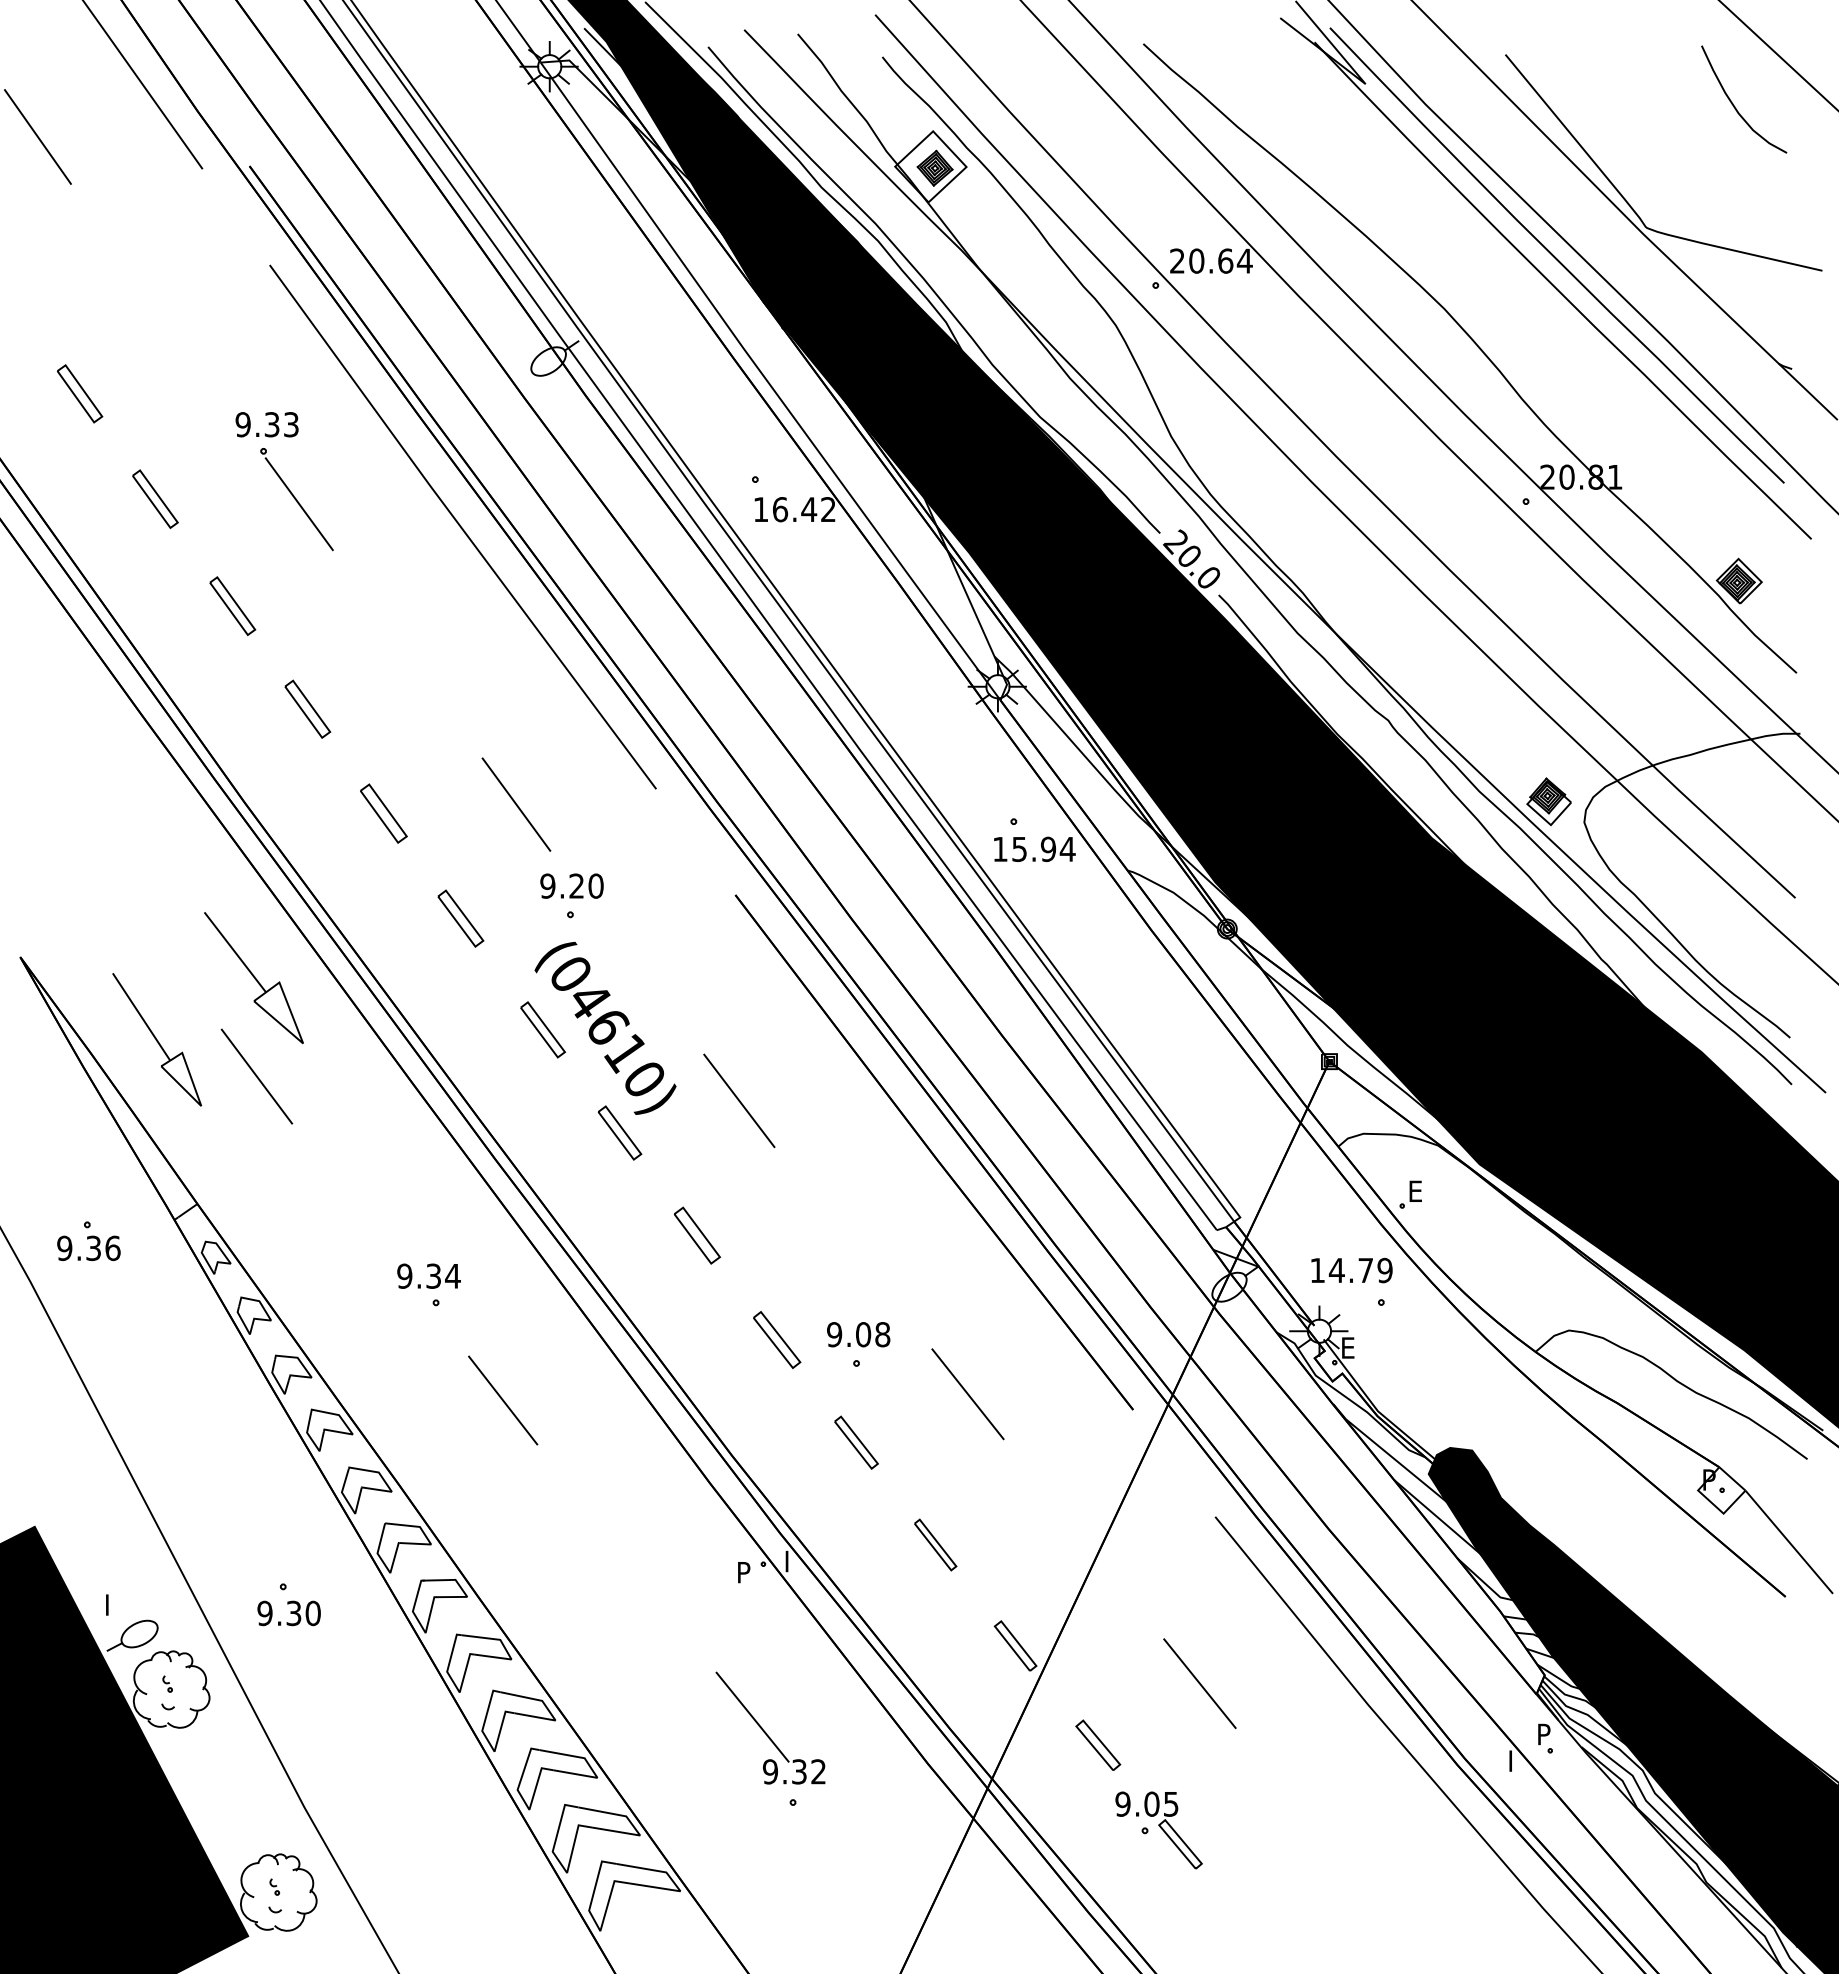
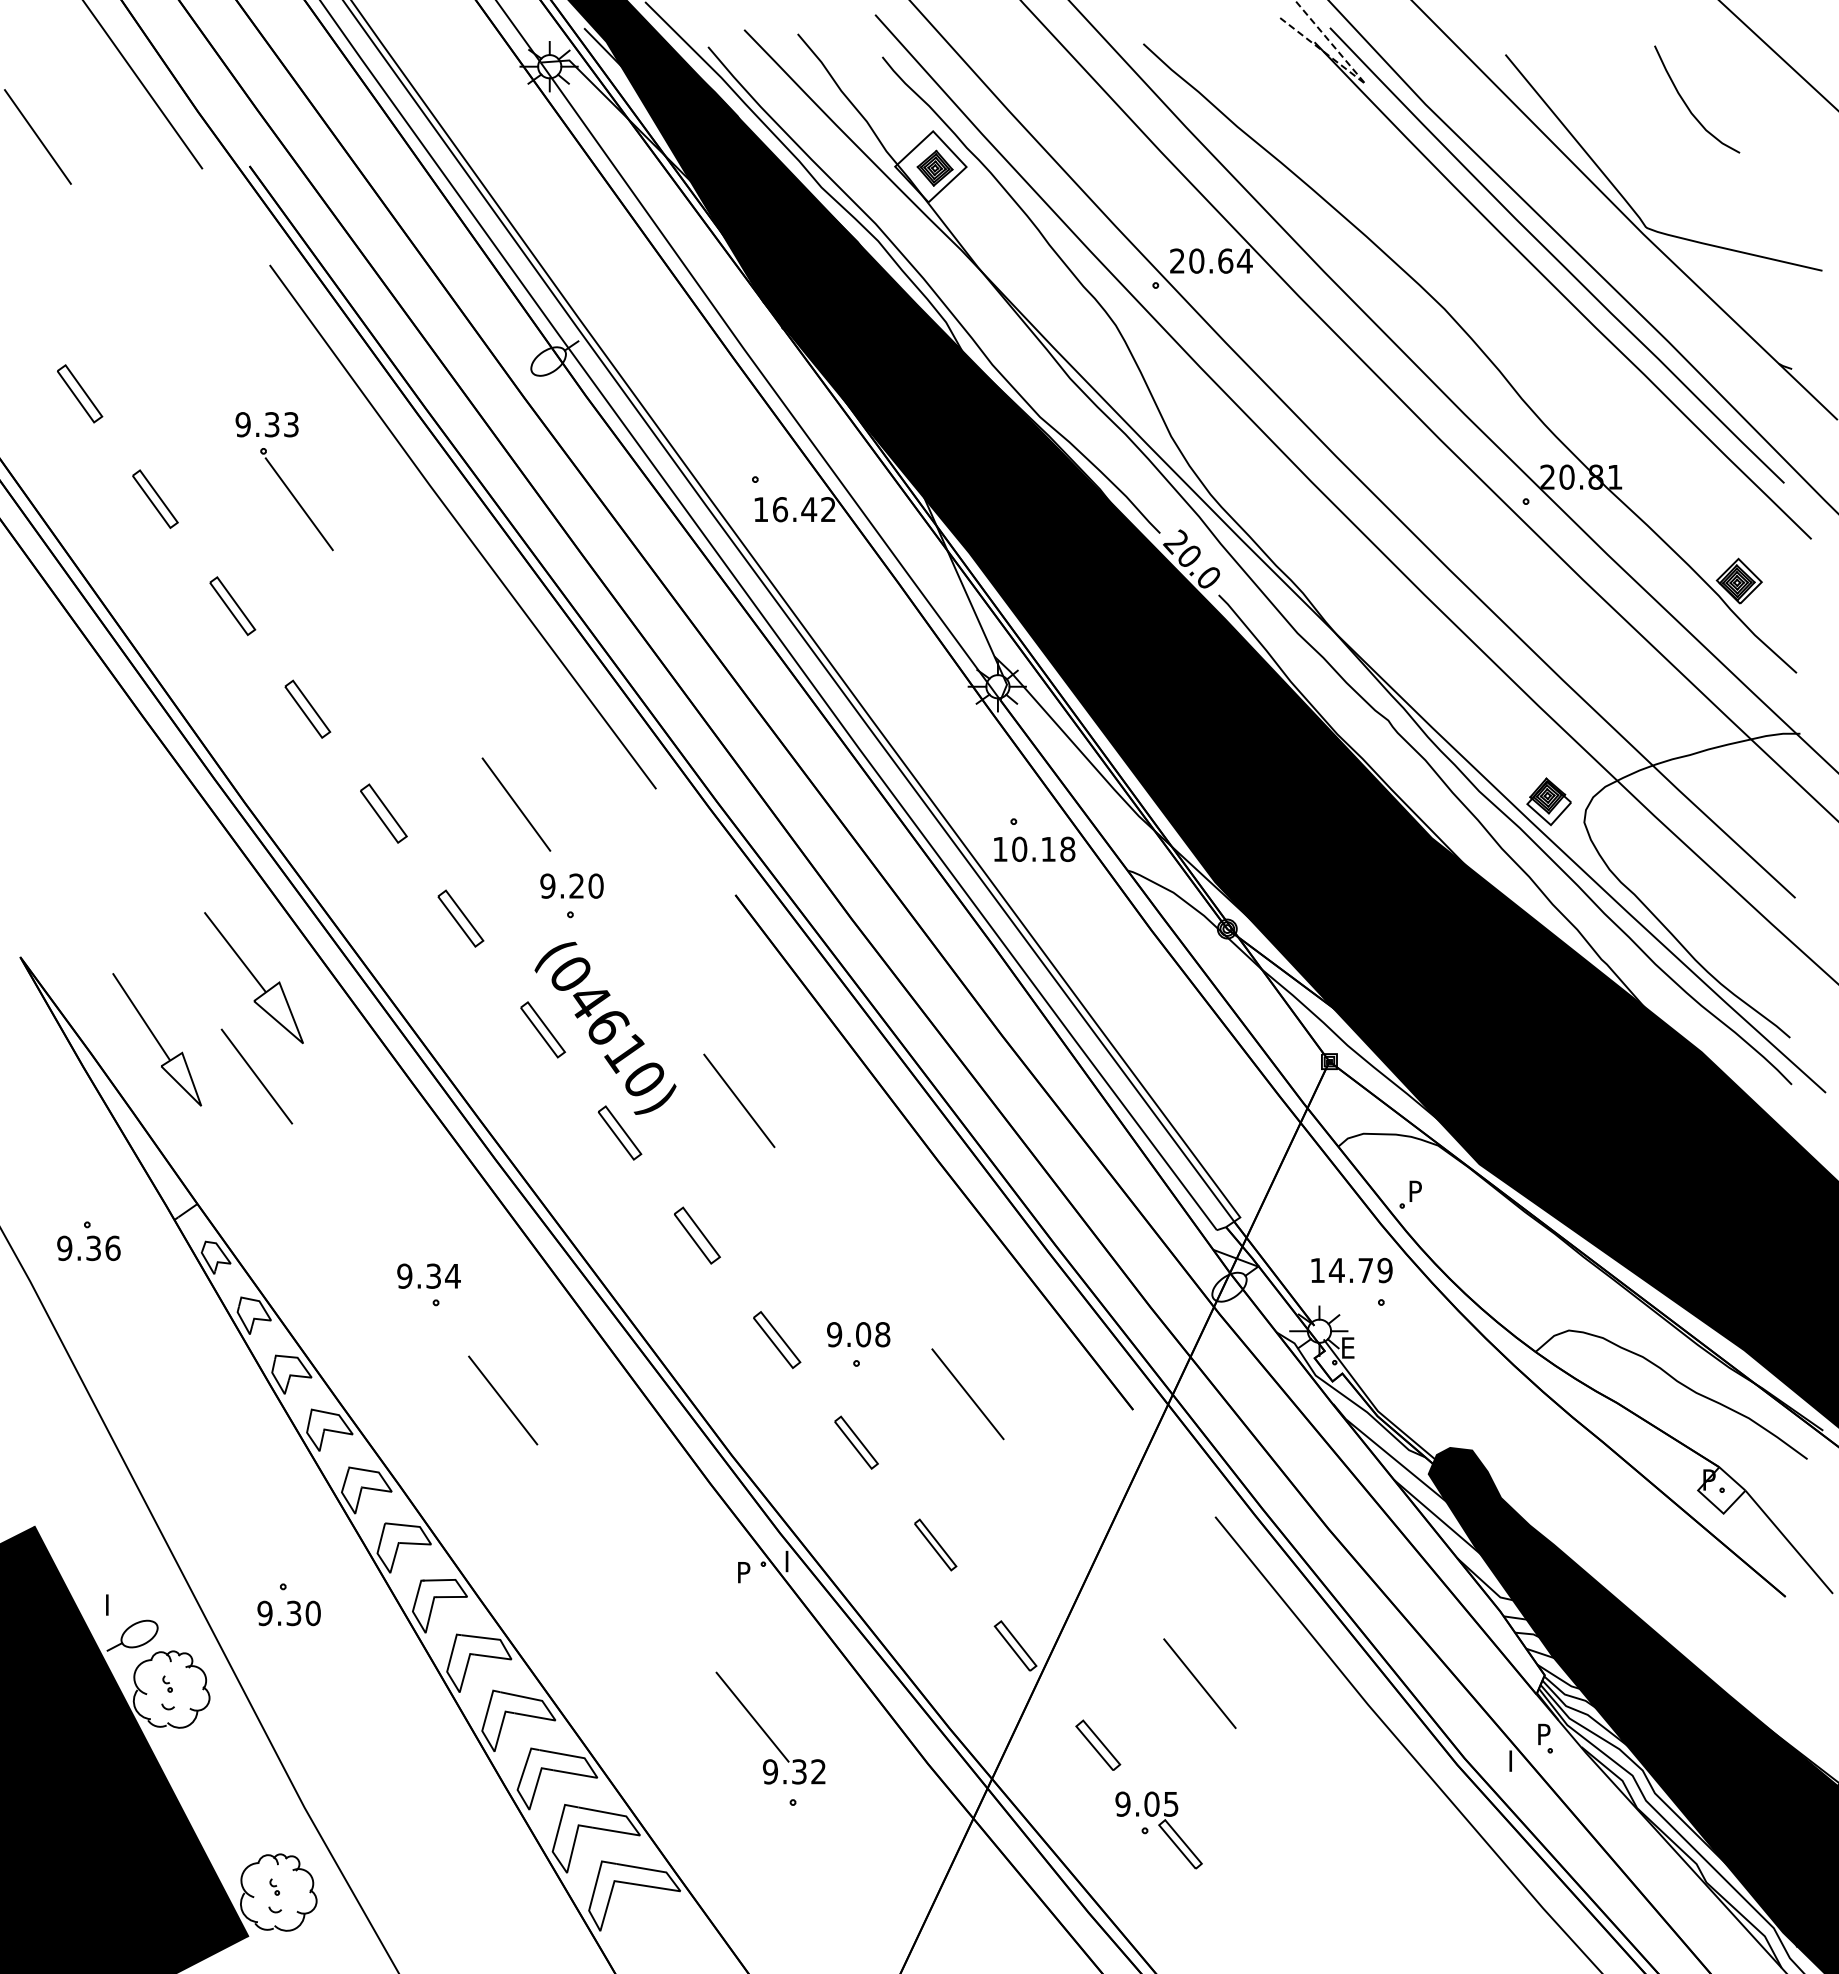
line at (1365, 84): solid -> dashed
curve at (1735, 106) position: (1735, 106) -> (1688, 106)
text at (1043, 849): 15.94 -> 10.18
text at (1416, 1190): E -> P
